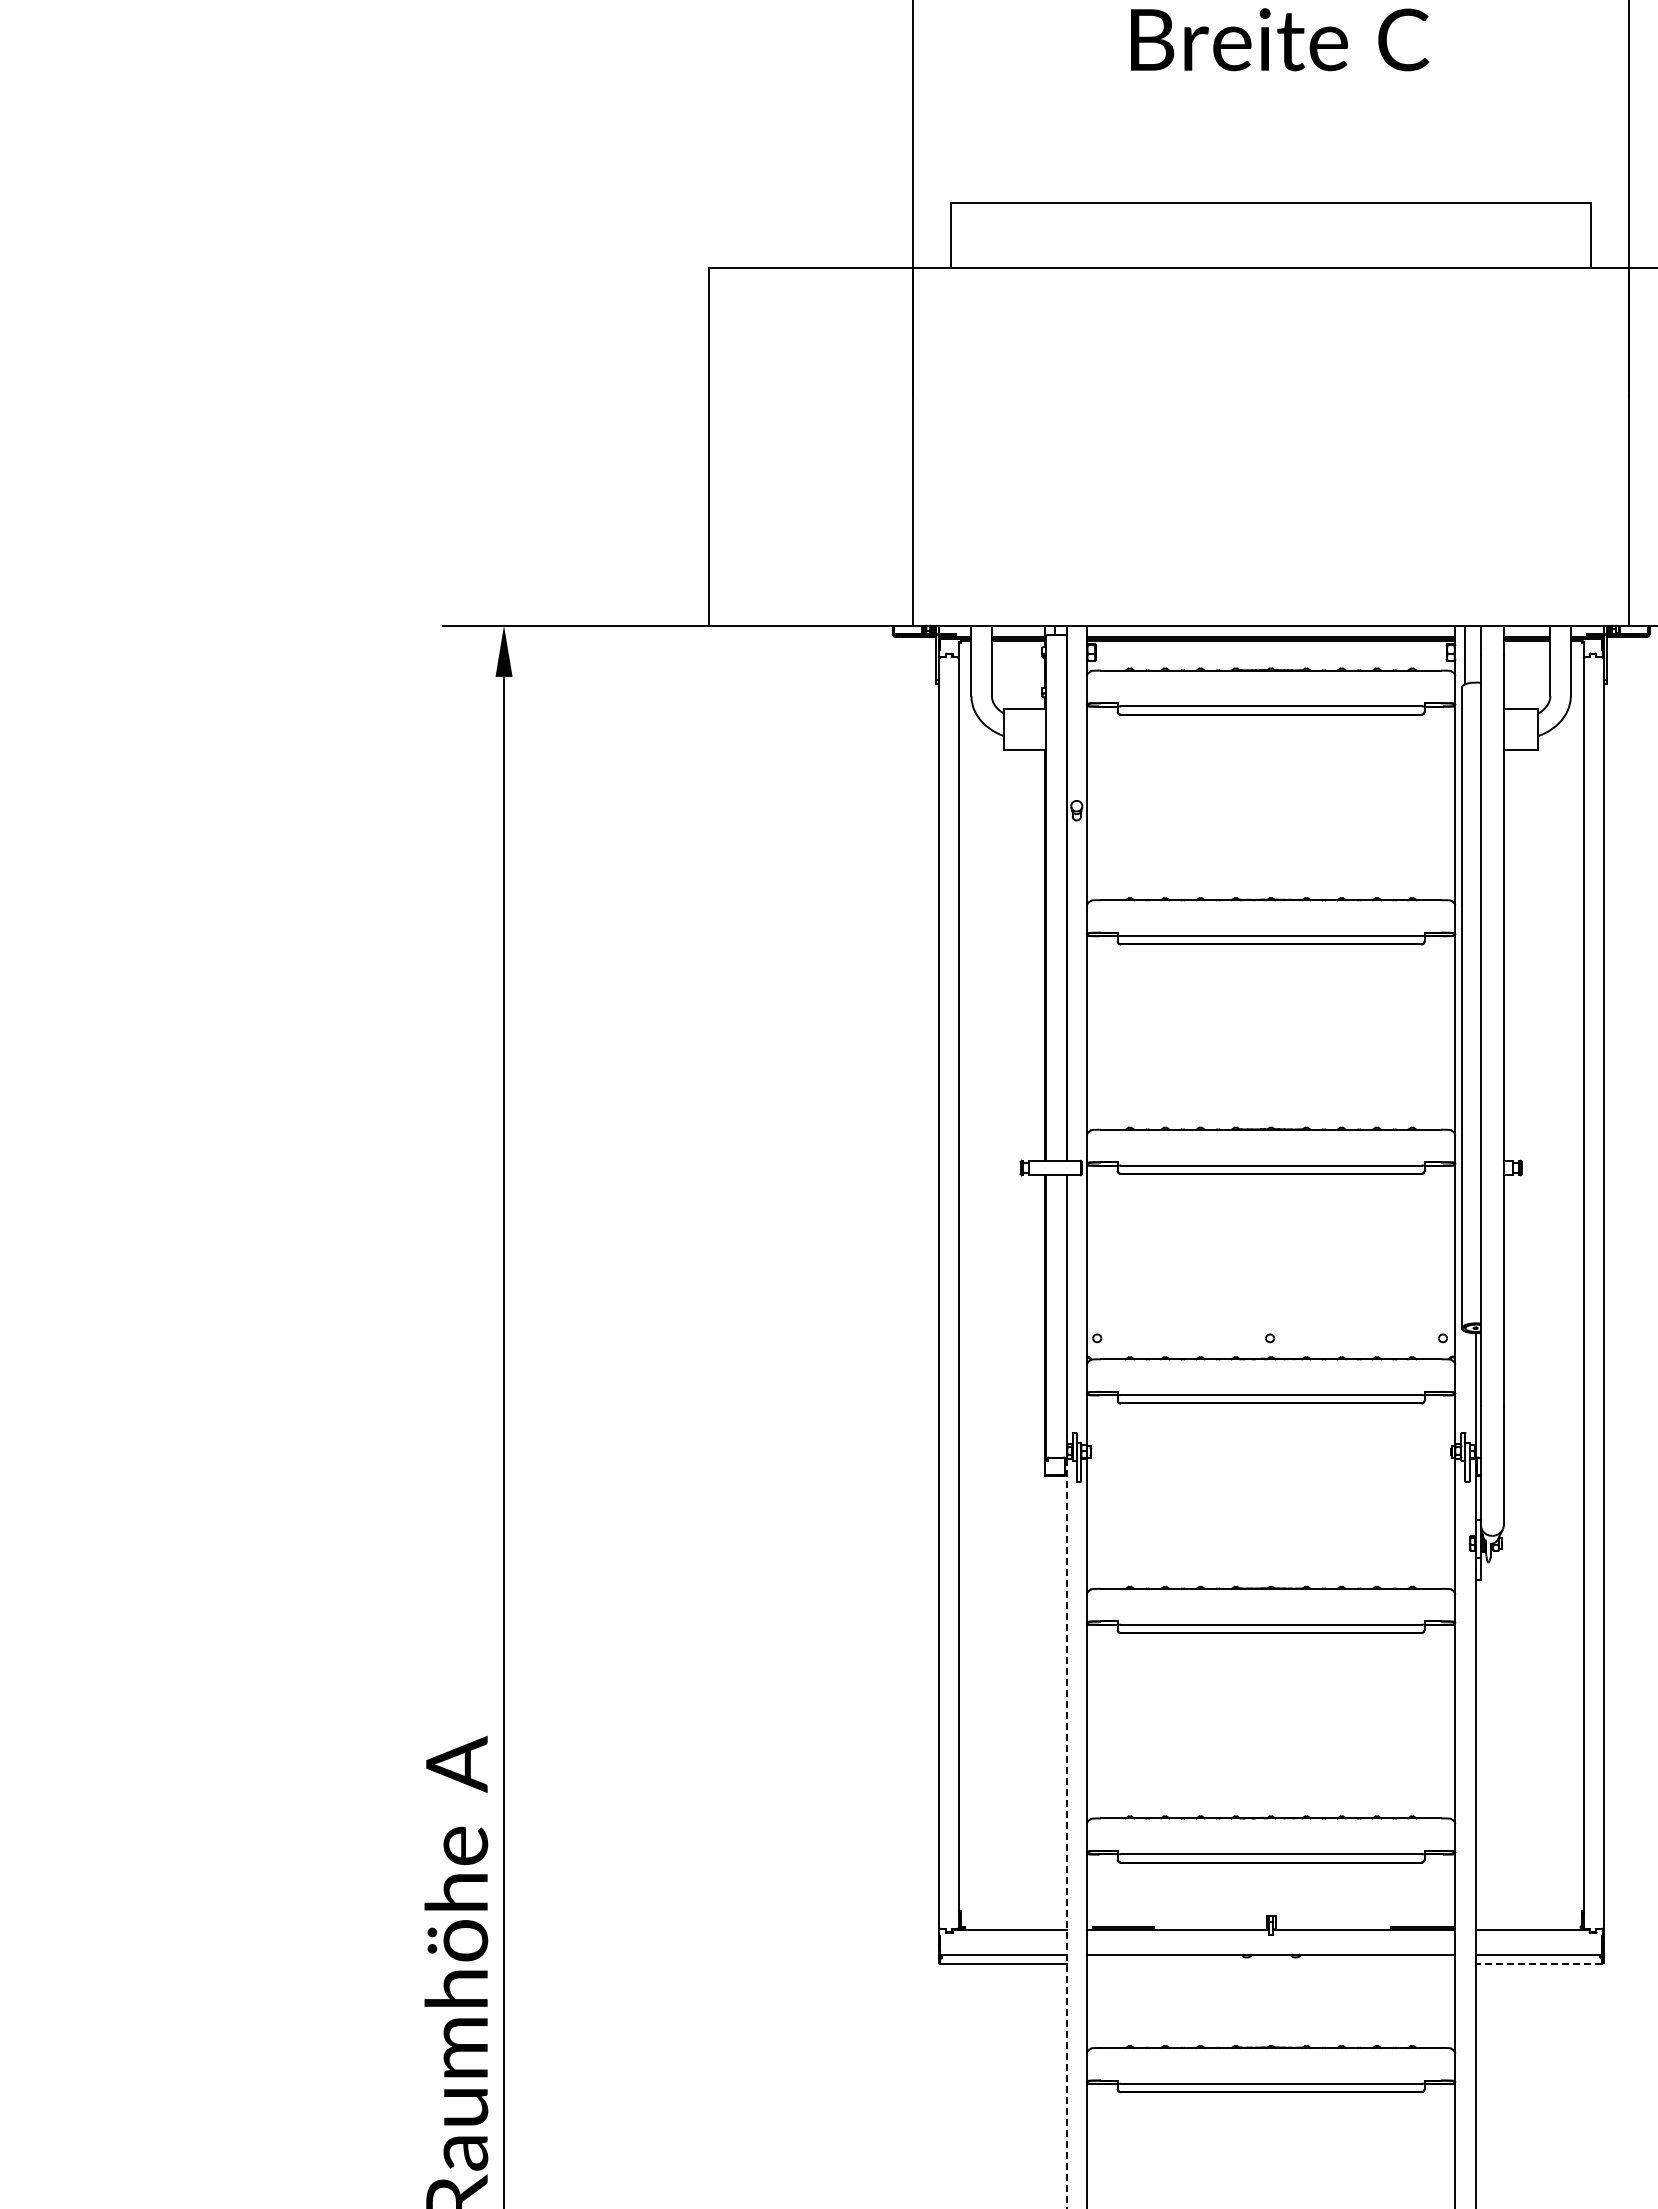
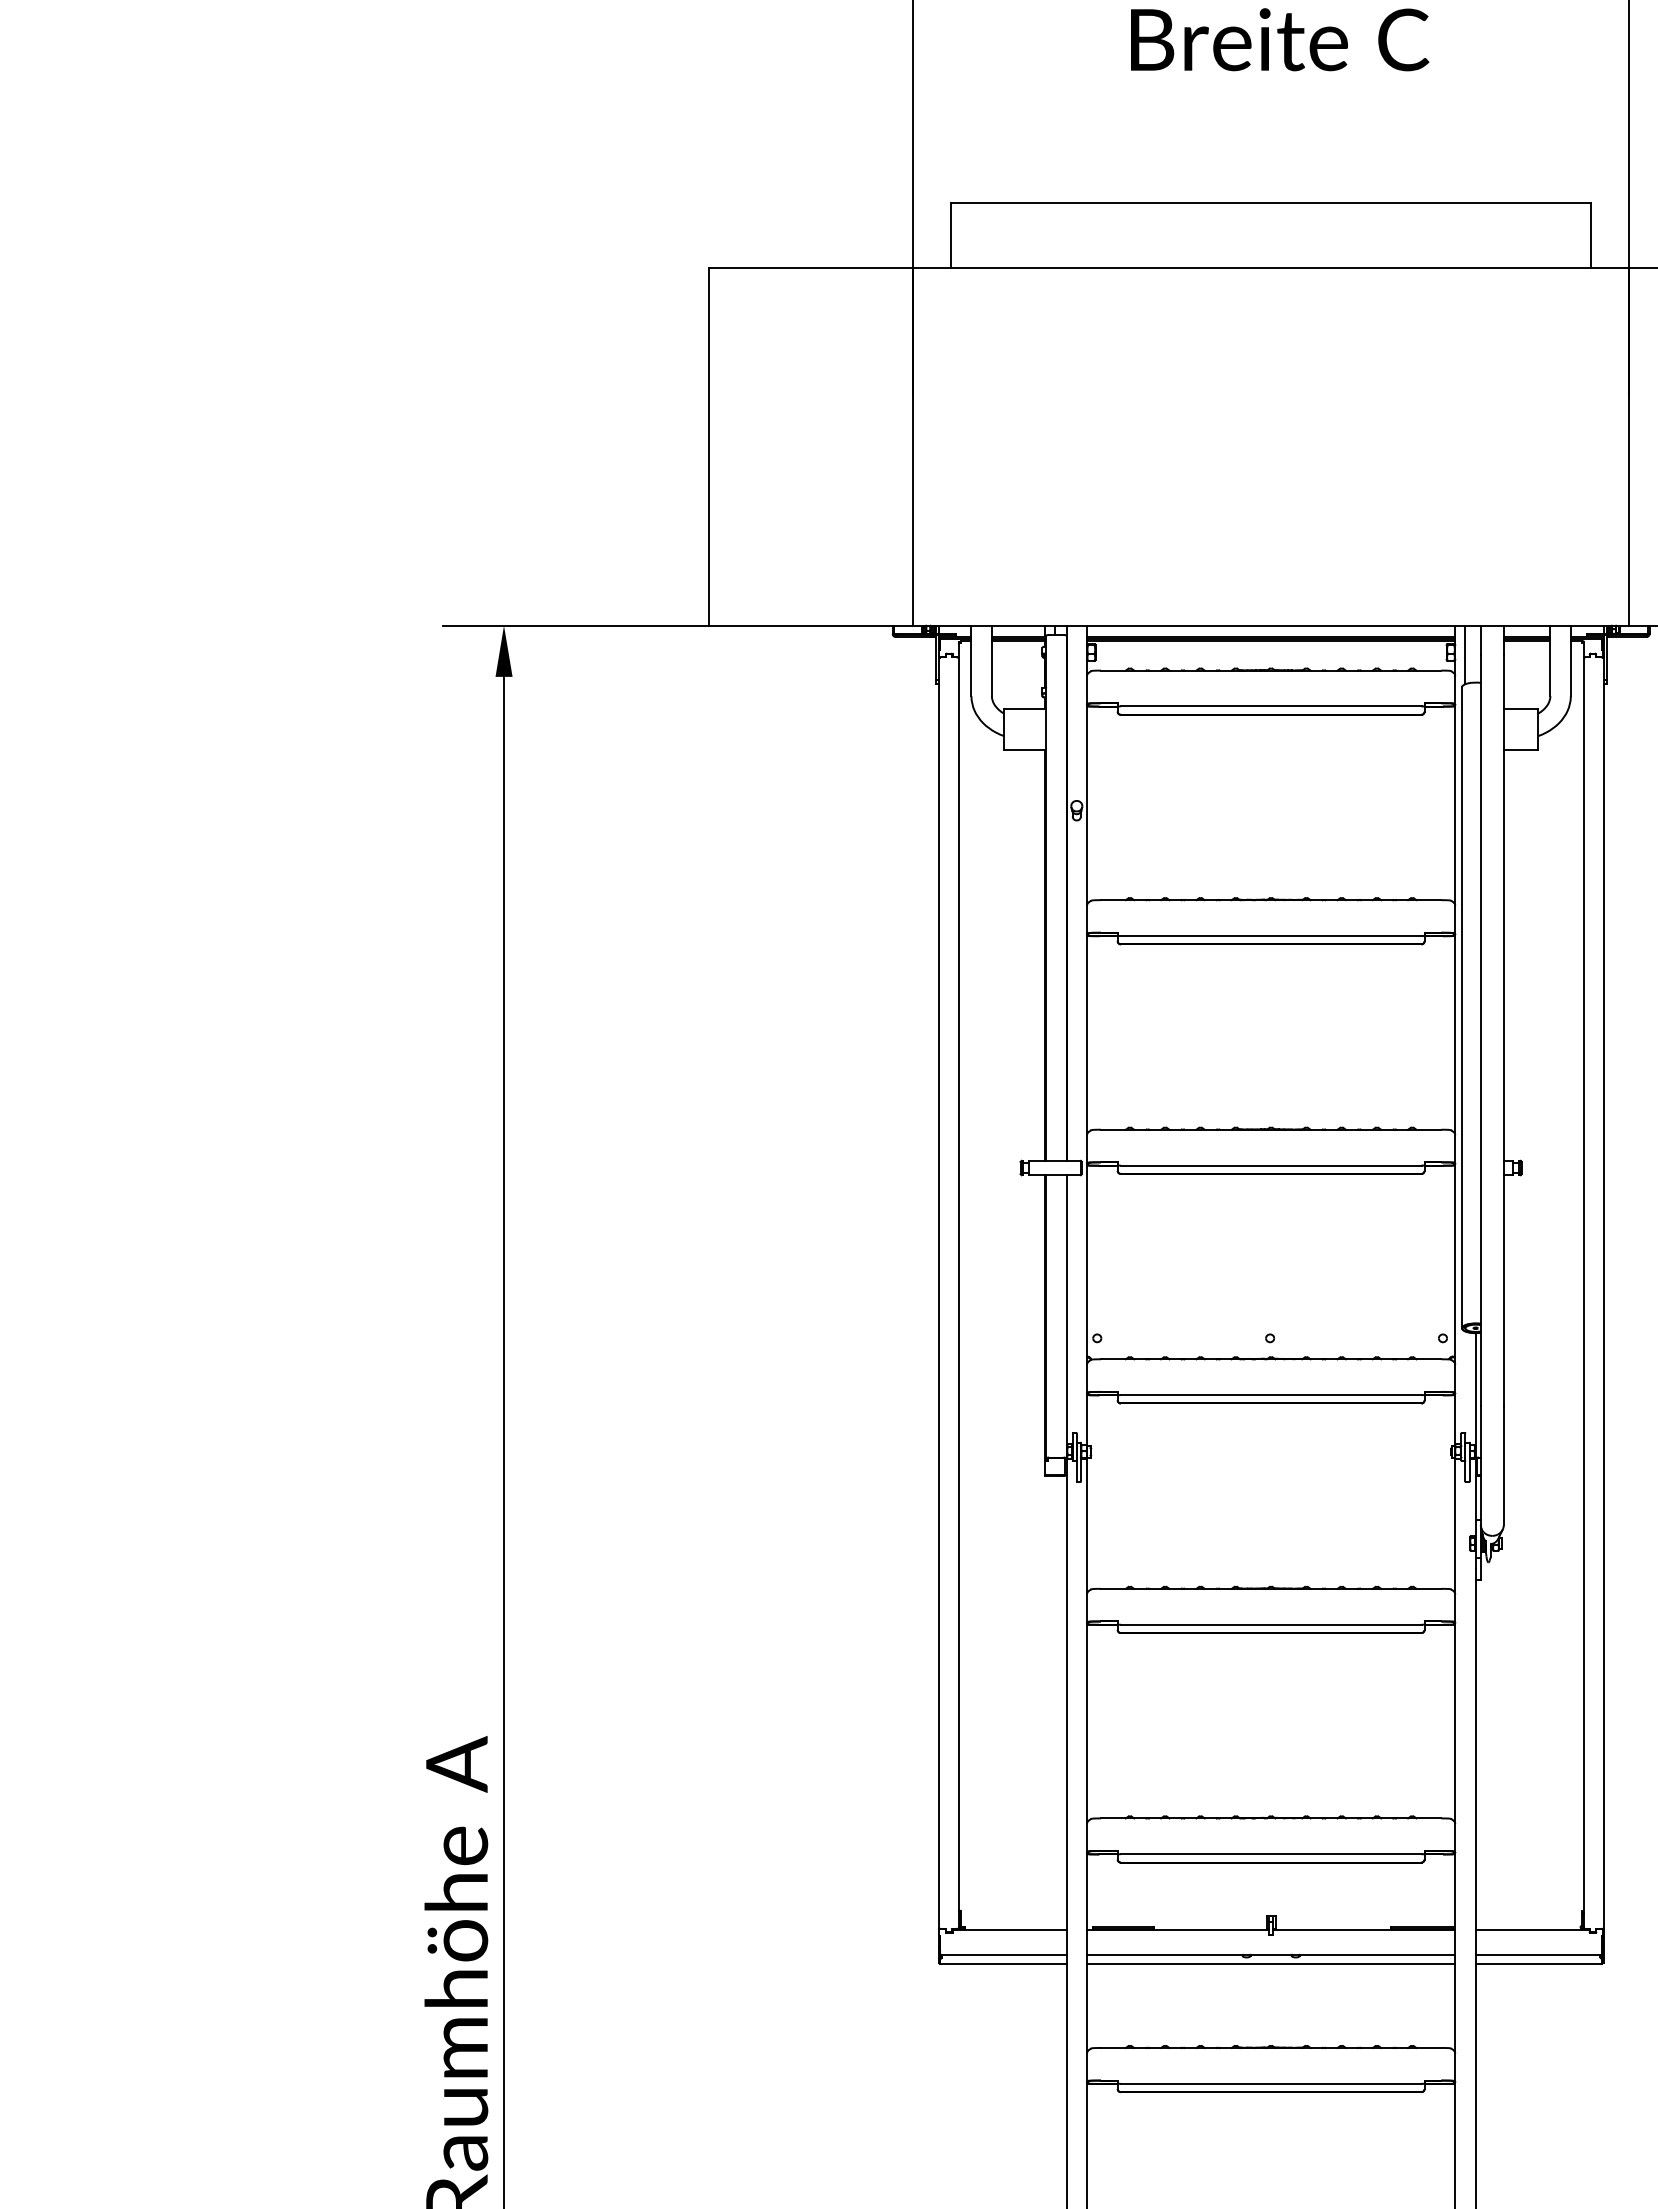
line at (1066, 1833): dashed -> solid
line at (1271, 1964): none -> present
line at (1538, 1964): dashed -> solid
